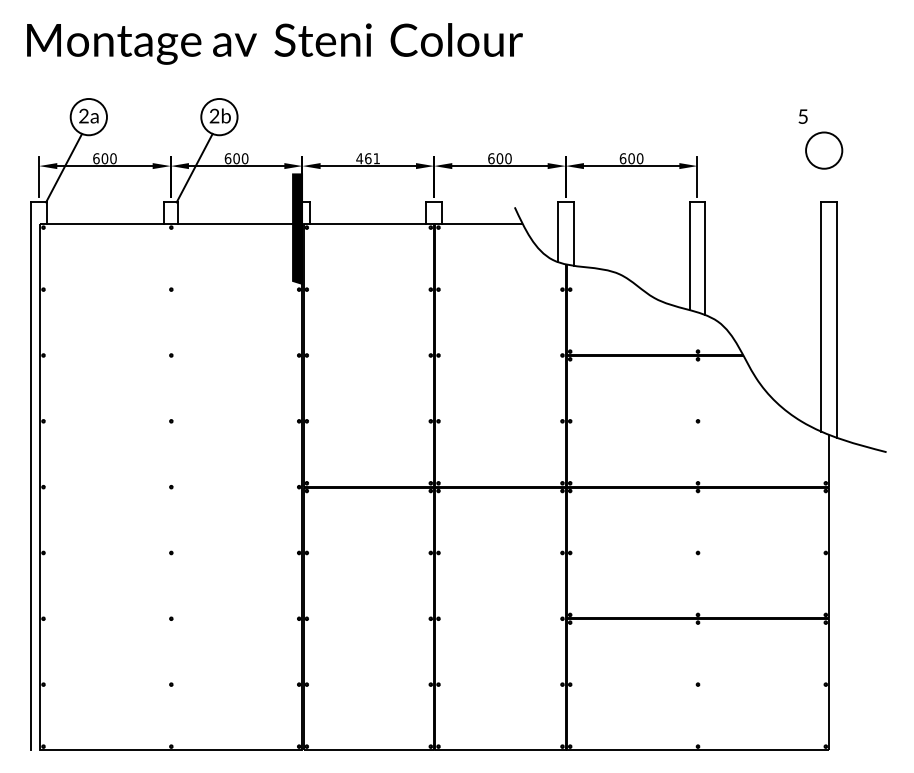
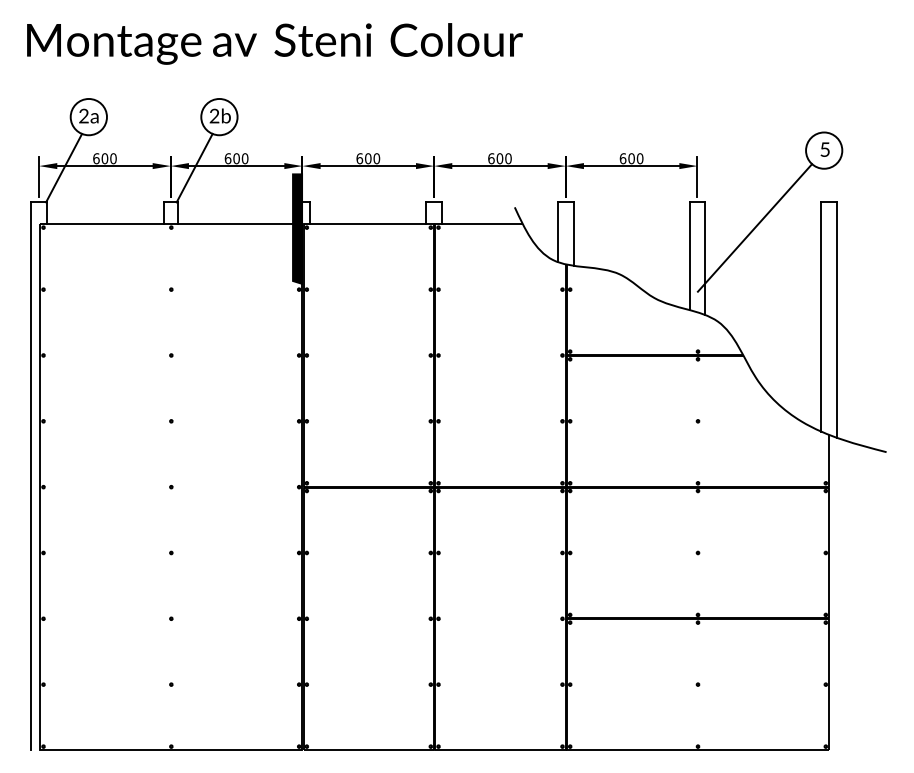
text at (802, 116) position: (802, 116) -> (824, 149)
text at (368, 158): 461 -> 600
line at (754, 227): none -> present
